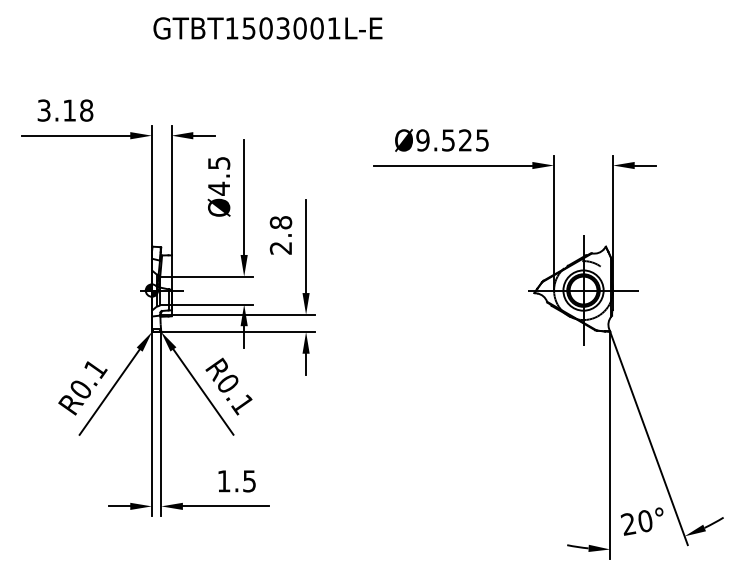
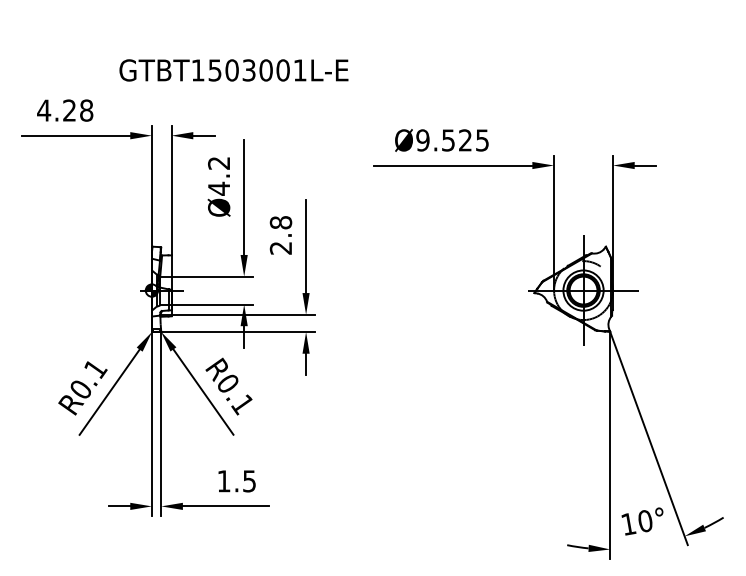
text at (267, 28) position: (267, 28) -> (233, 70)
text at (56, 110): 3.18 -> 4.28
text at (219, 163): Ø4.5 -> Ø4.2
text at (628, 524): 20° -> 10°
